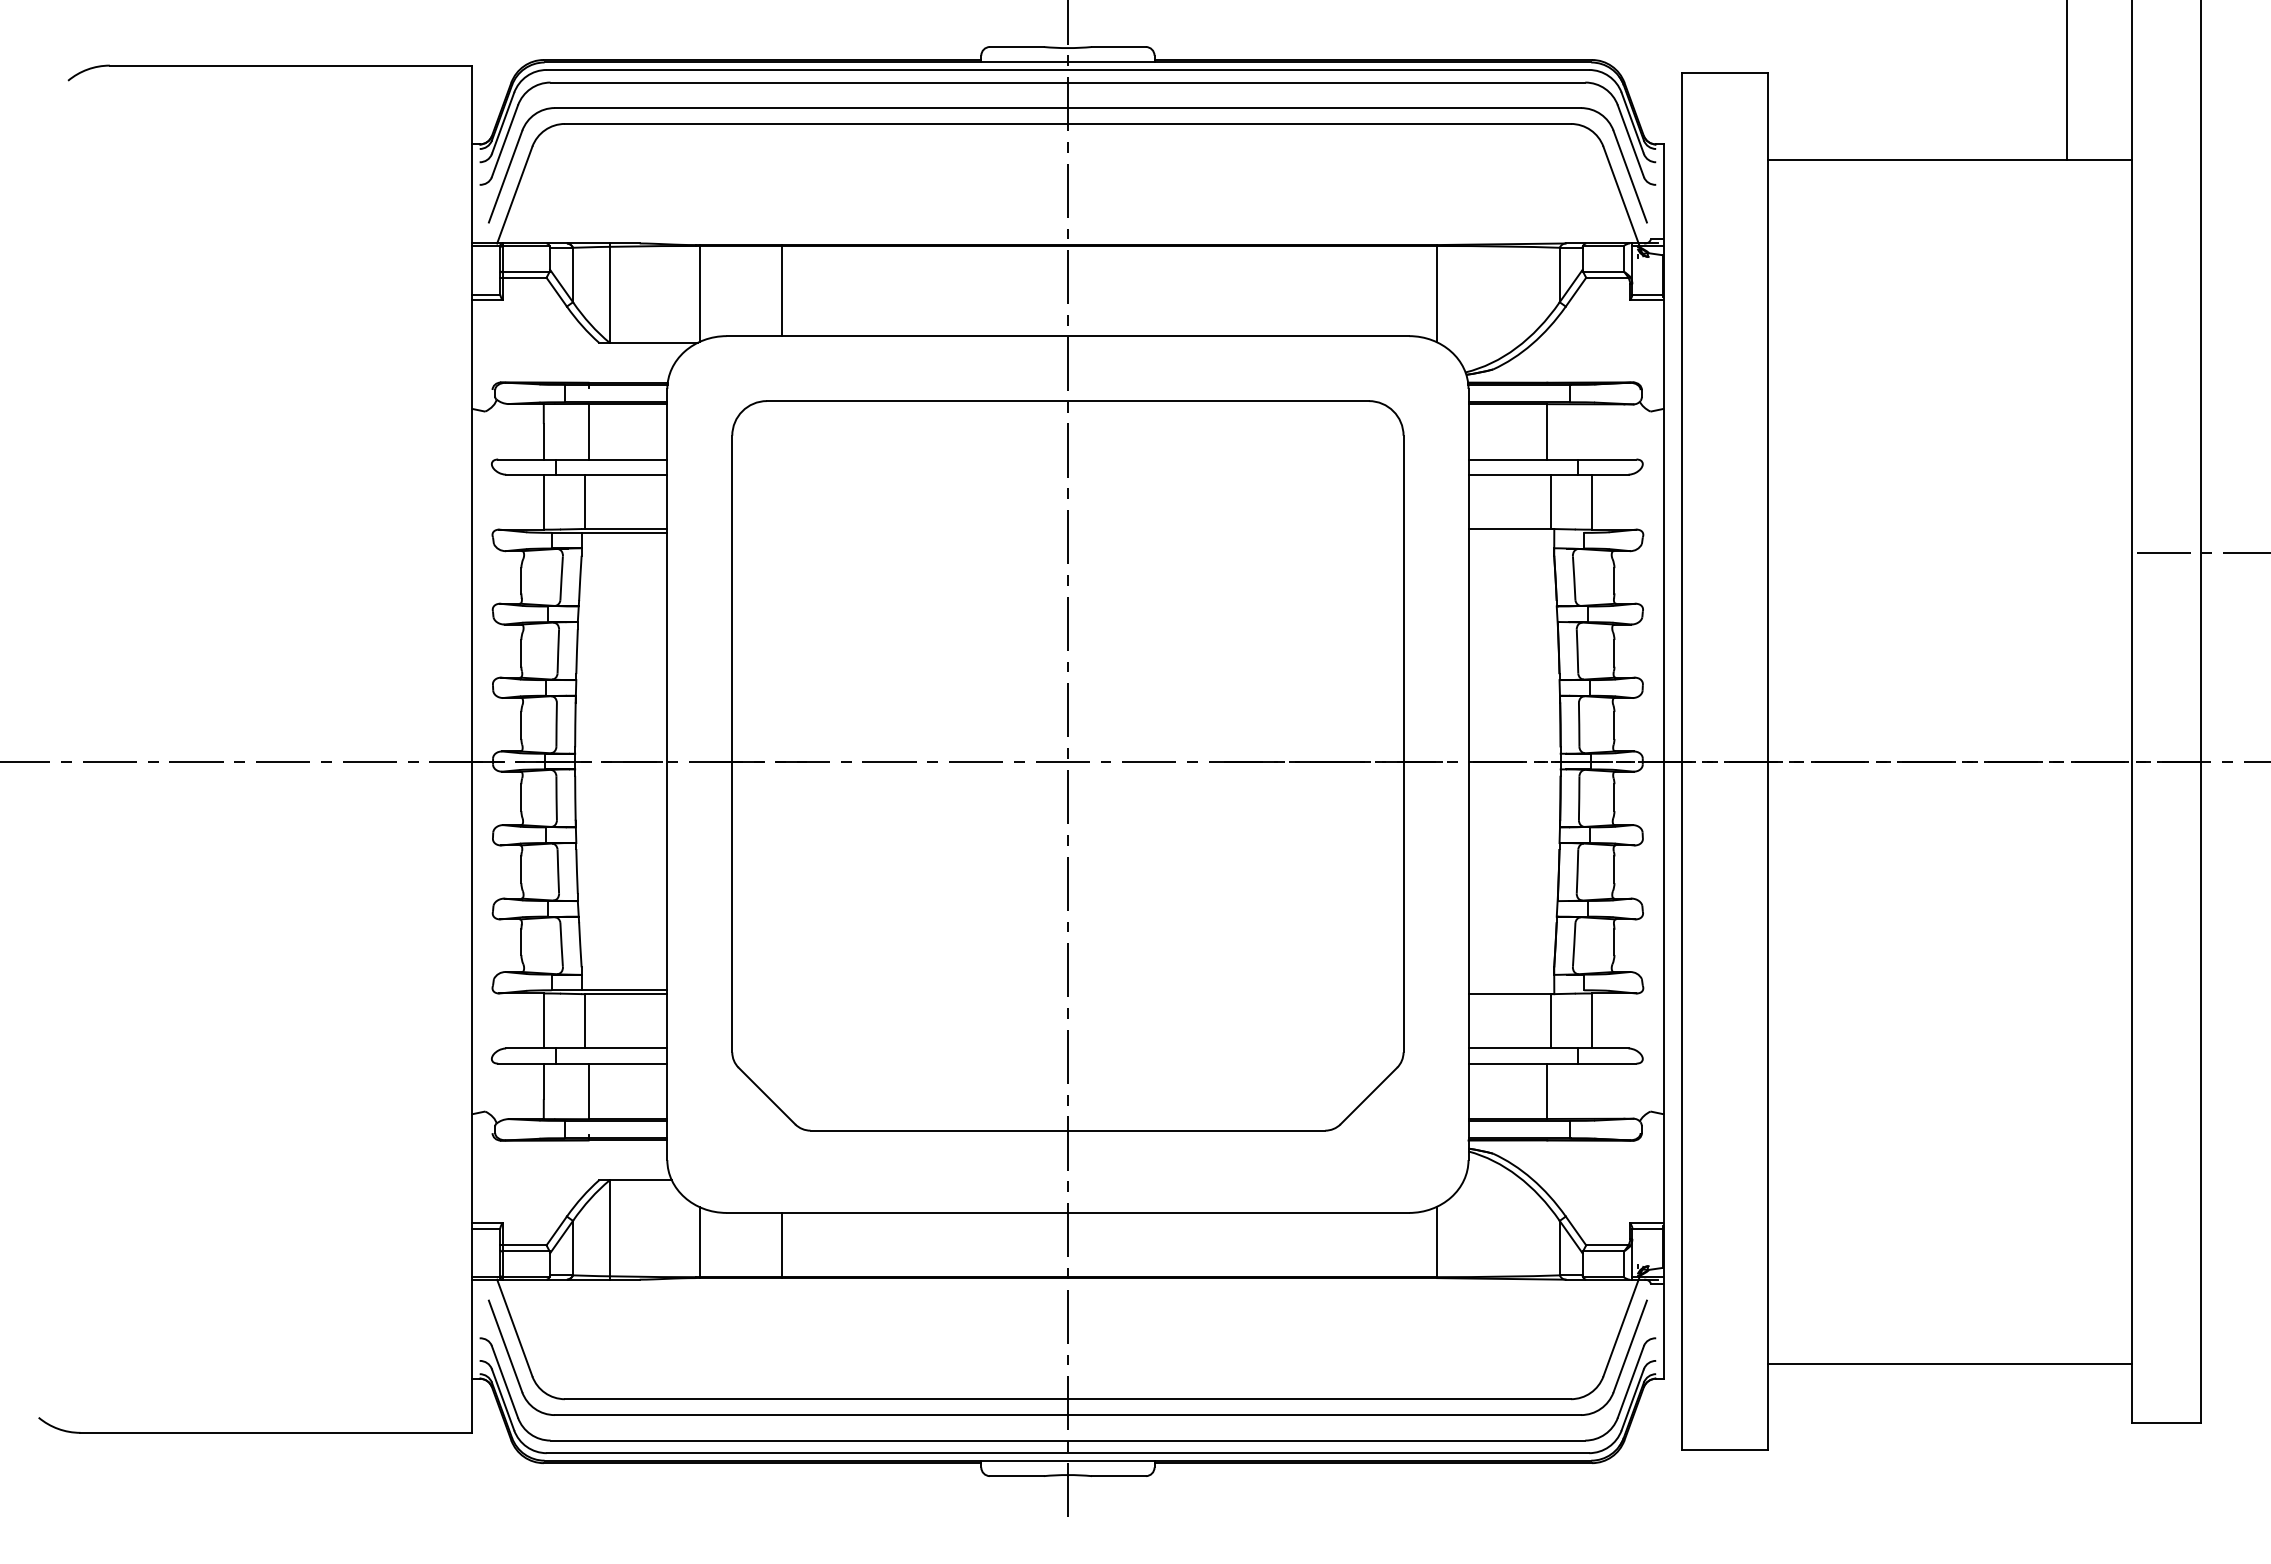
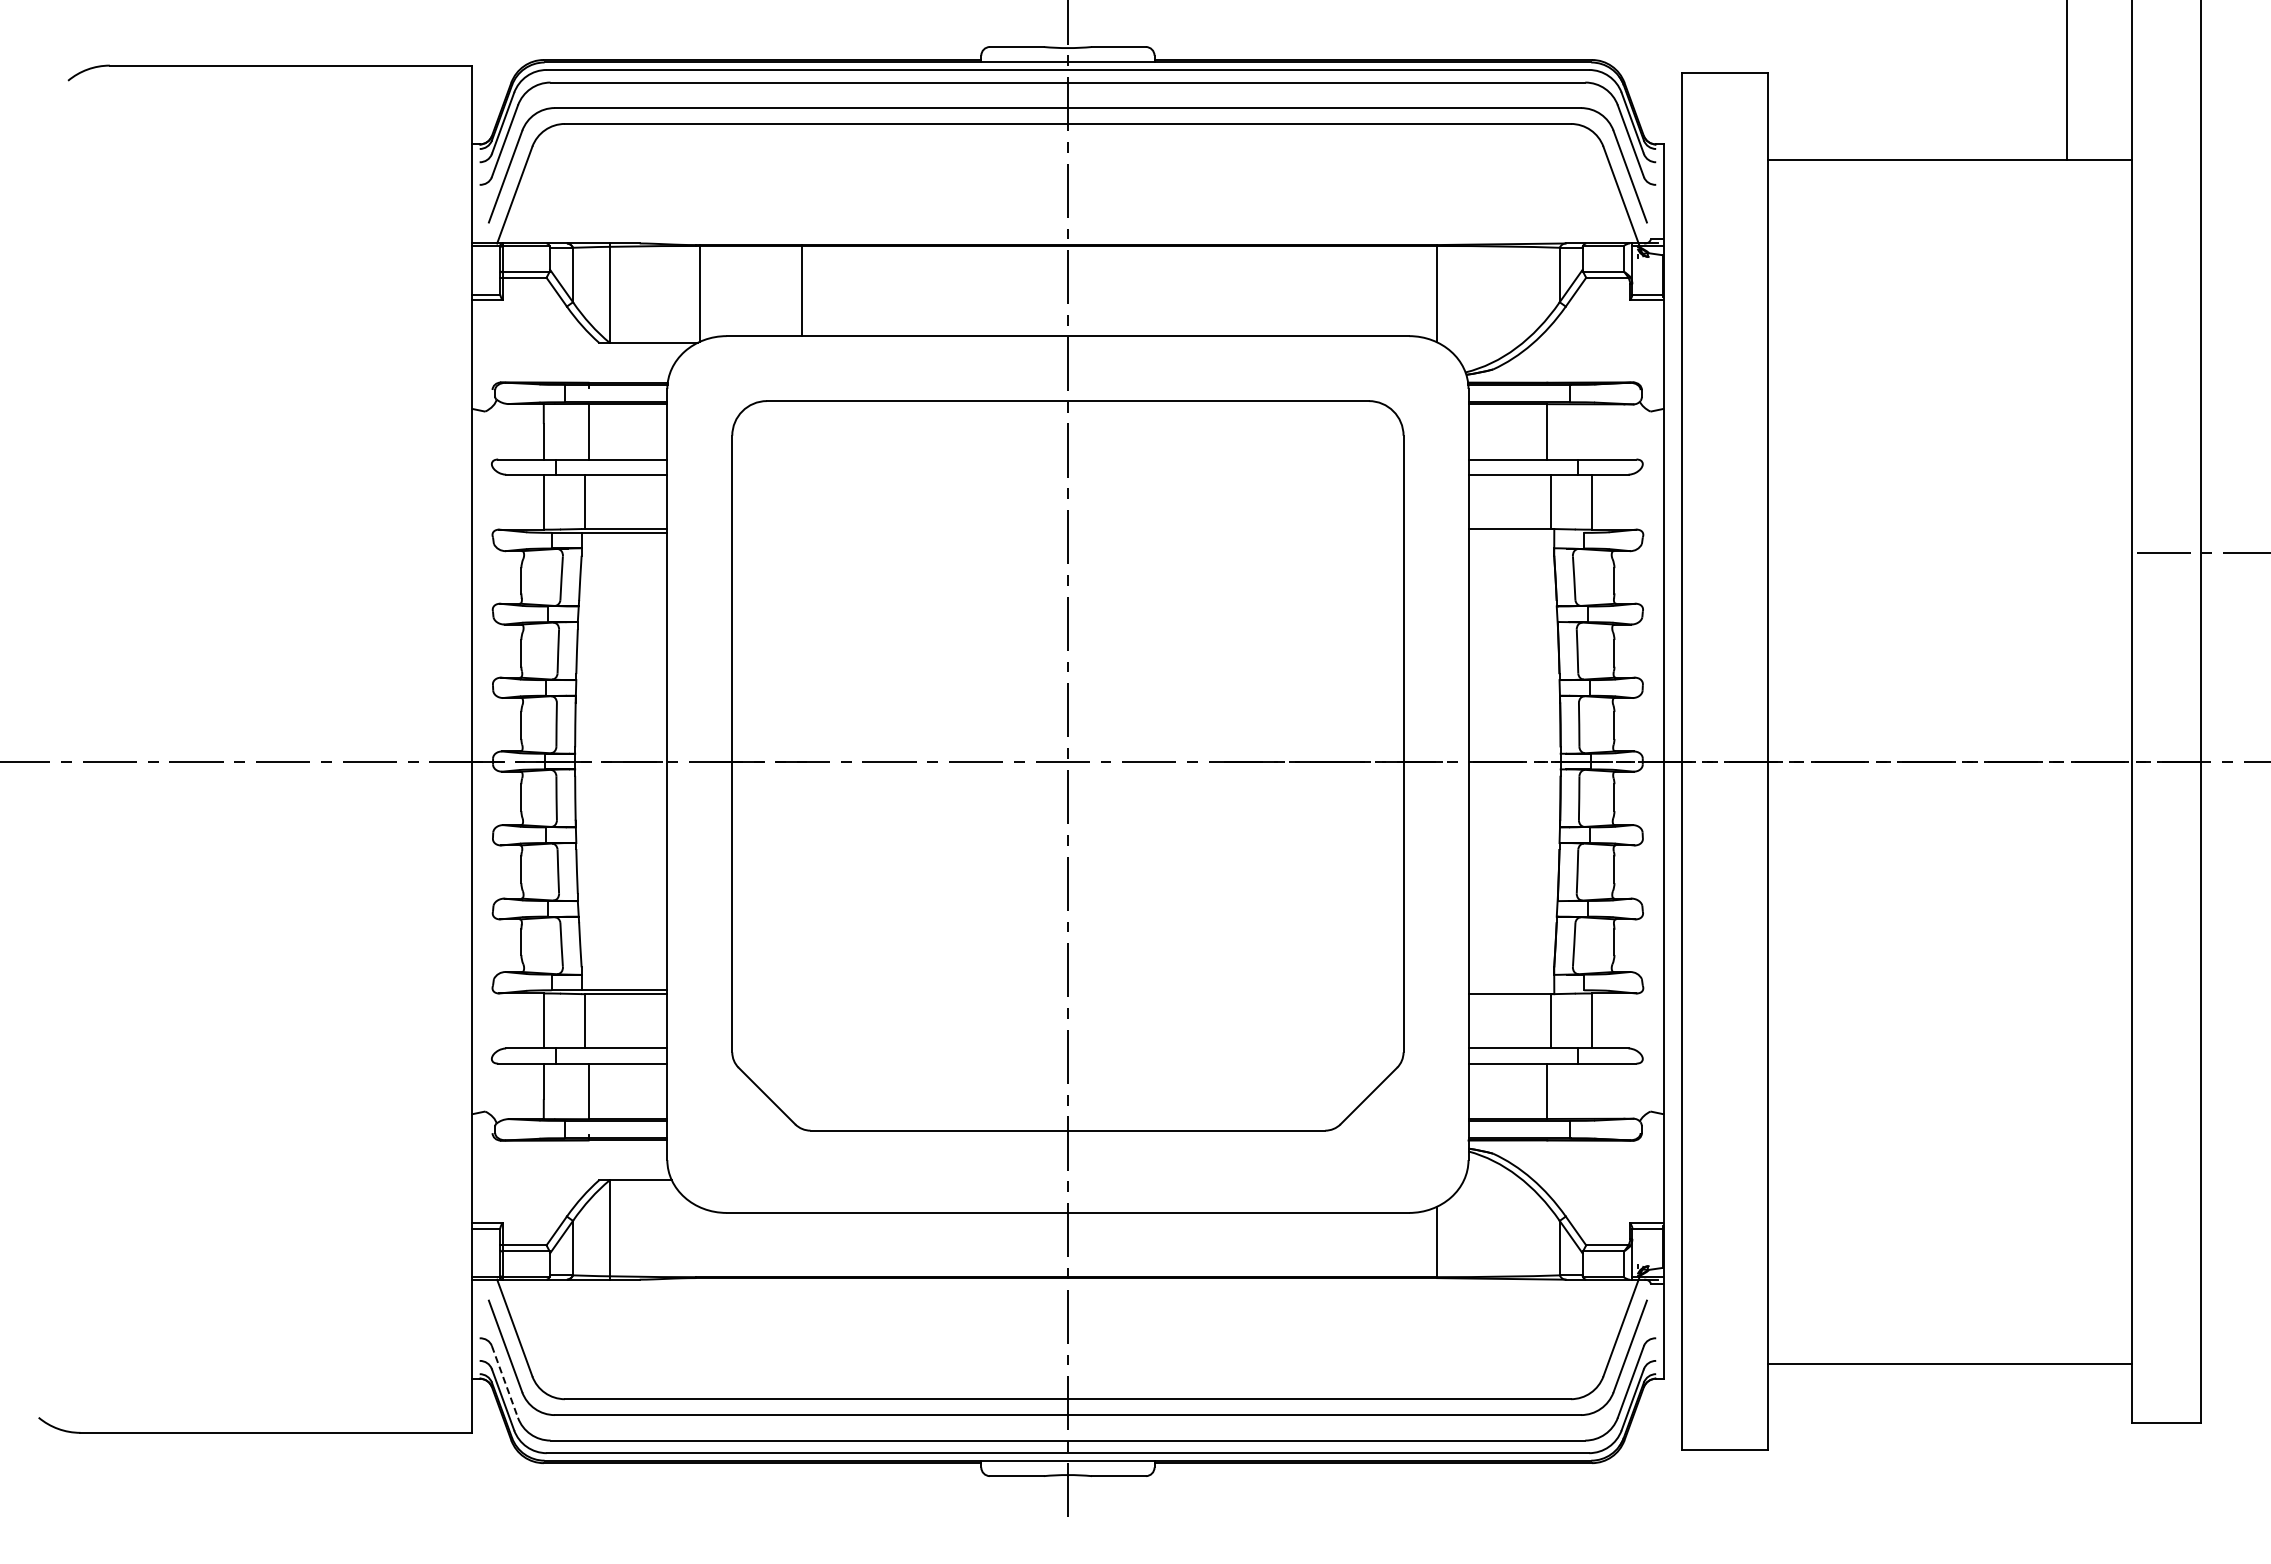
line at (781, 290) position: (781, 290) -> (801, 290)
line at (699, 1242): present -> none
line at (781, 1245): present -> none
line at (505, 1382): solid -> dashed
